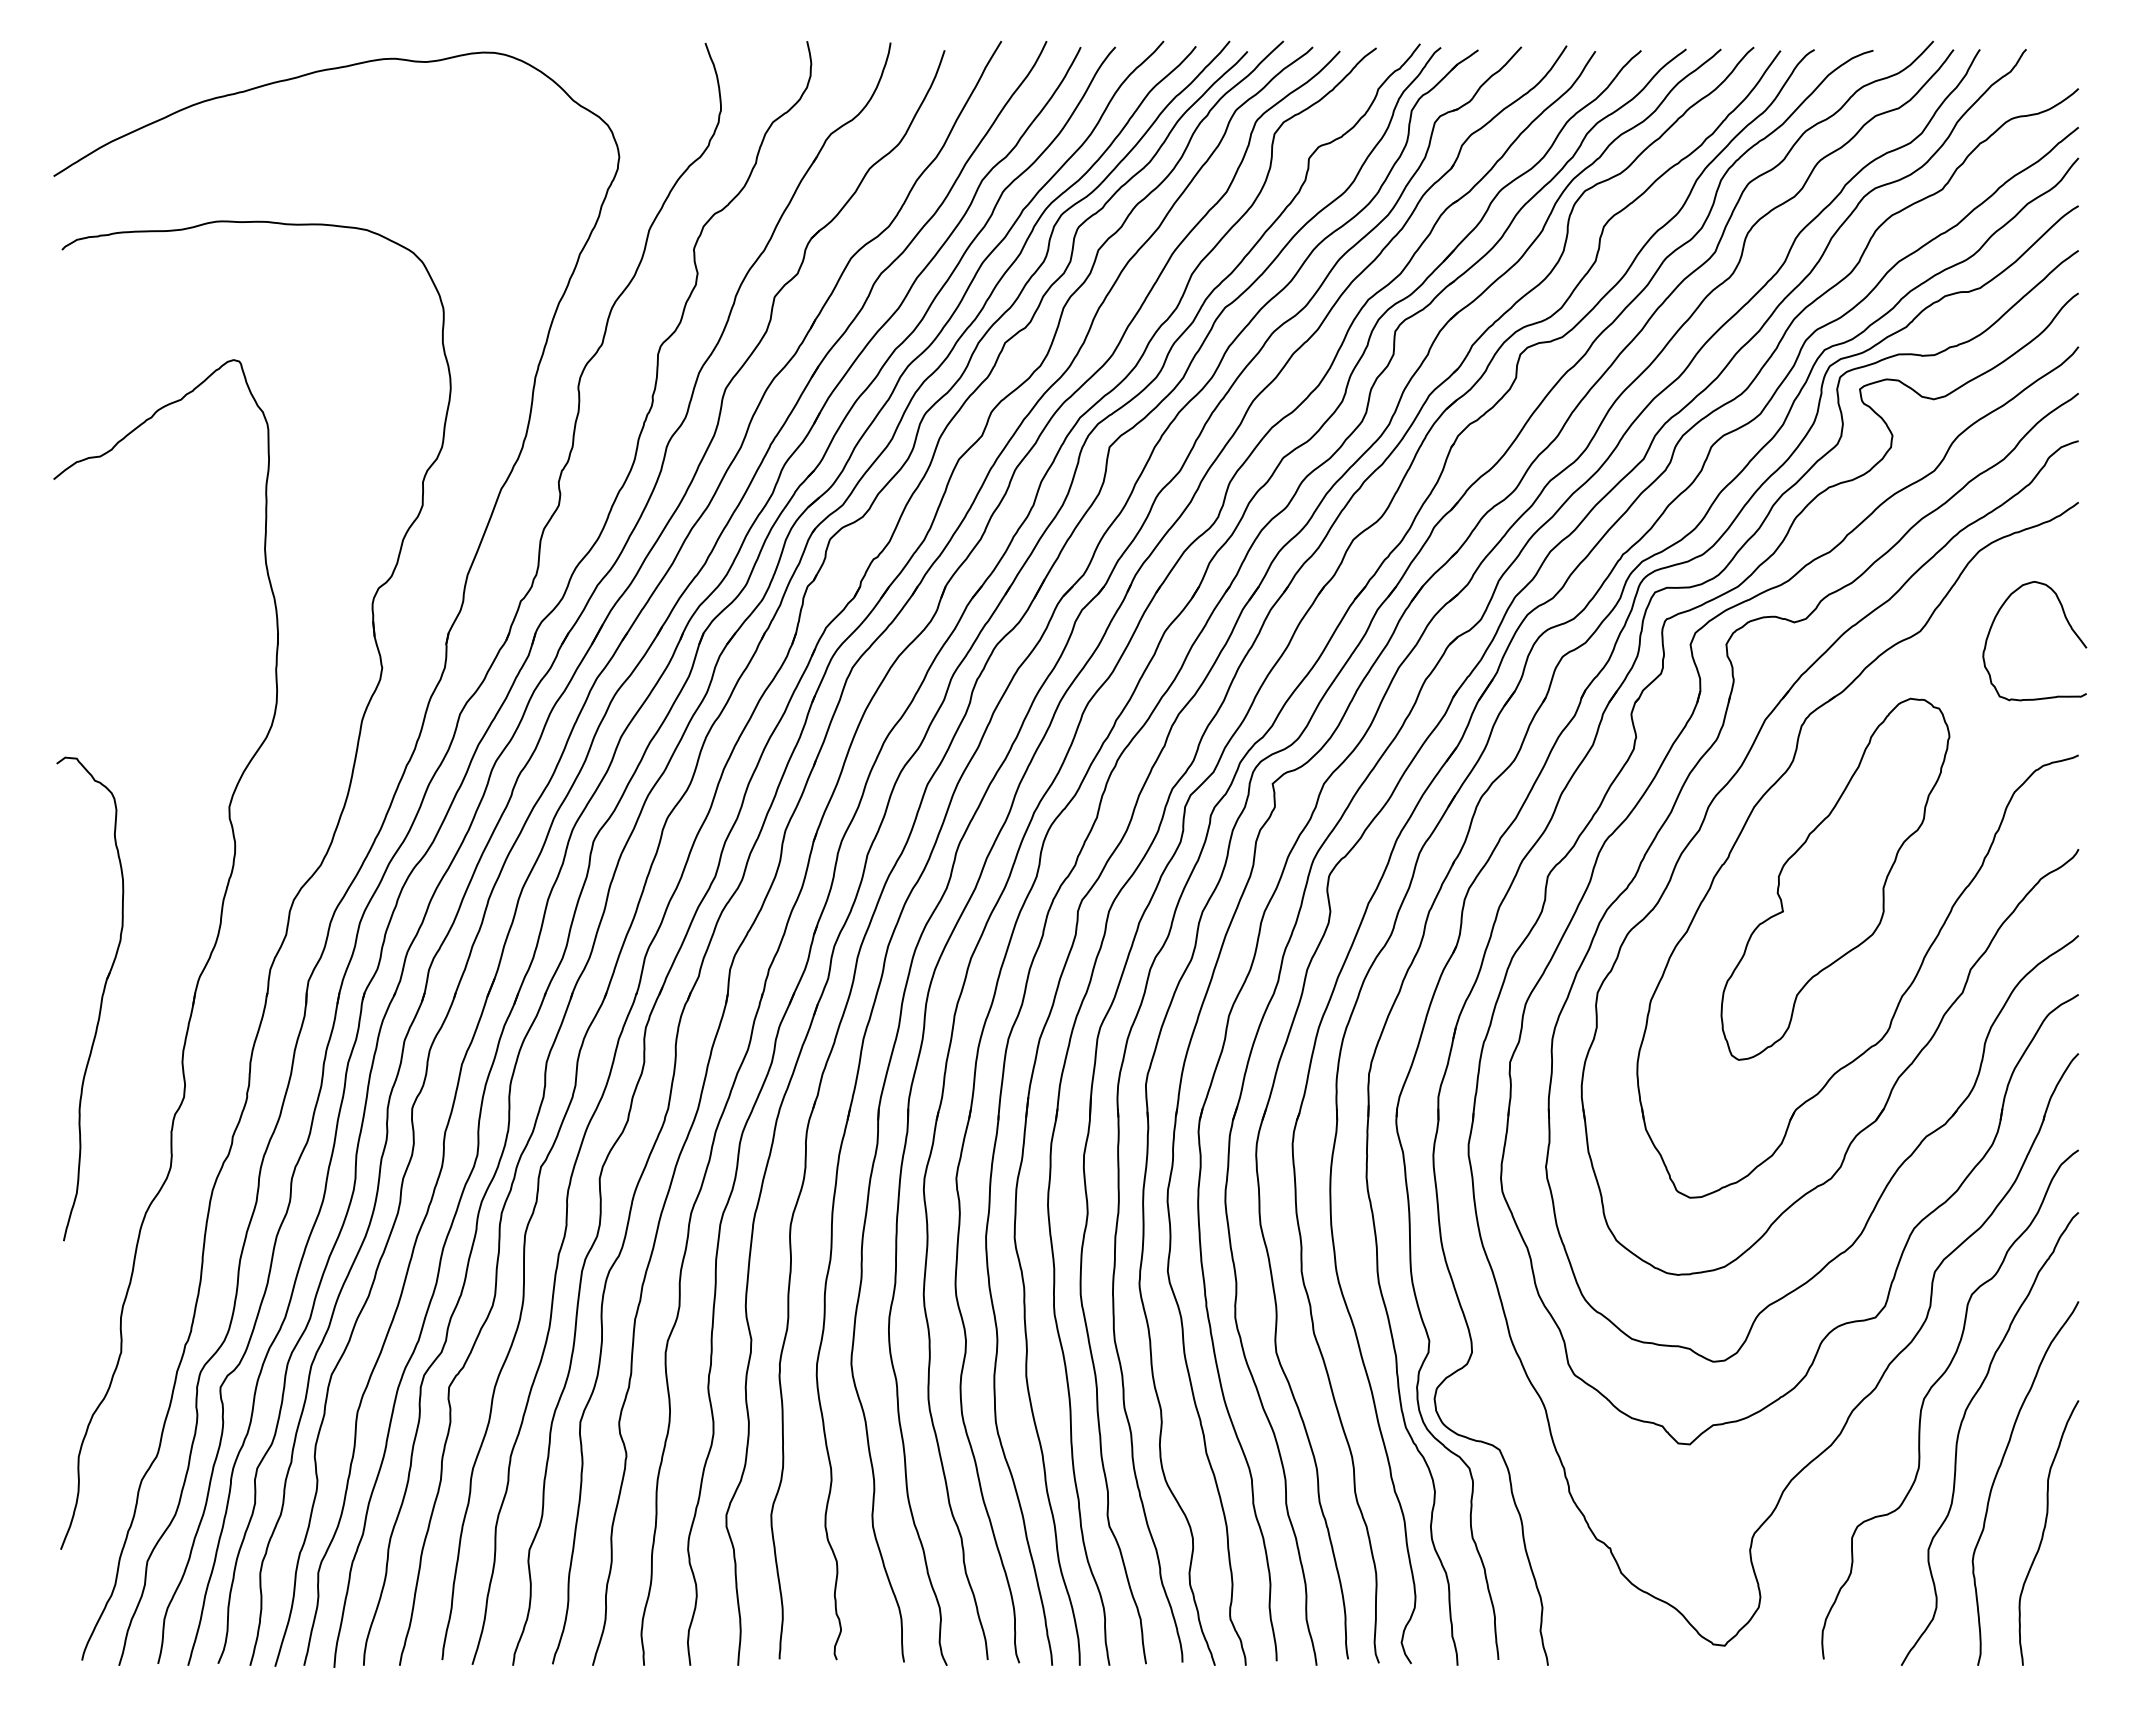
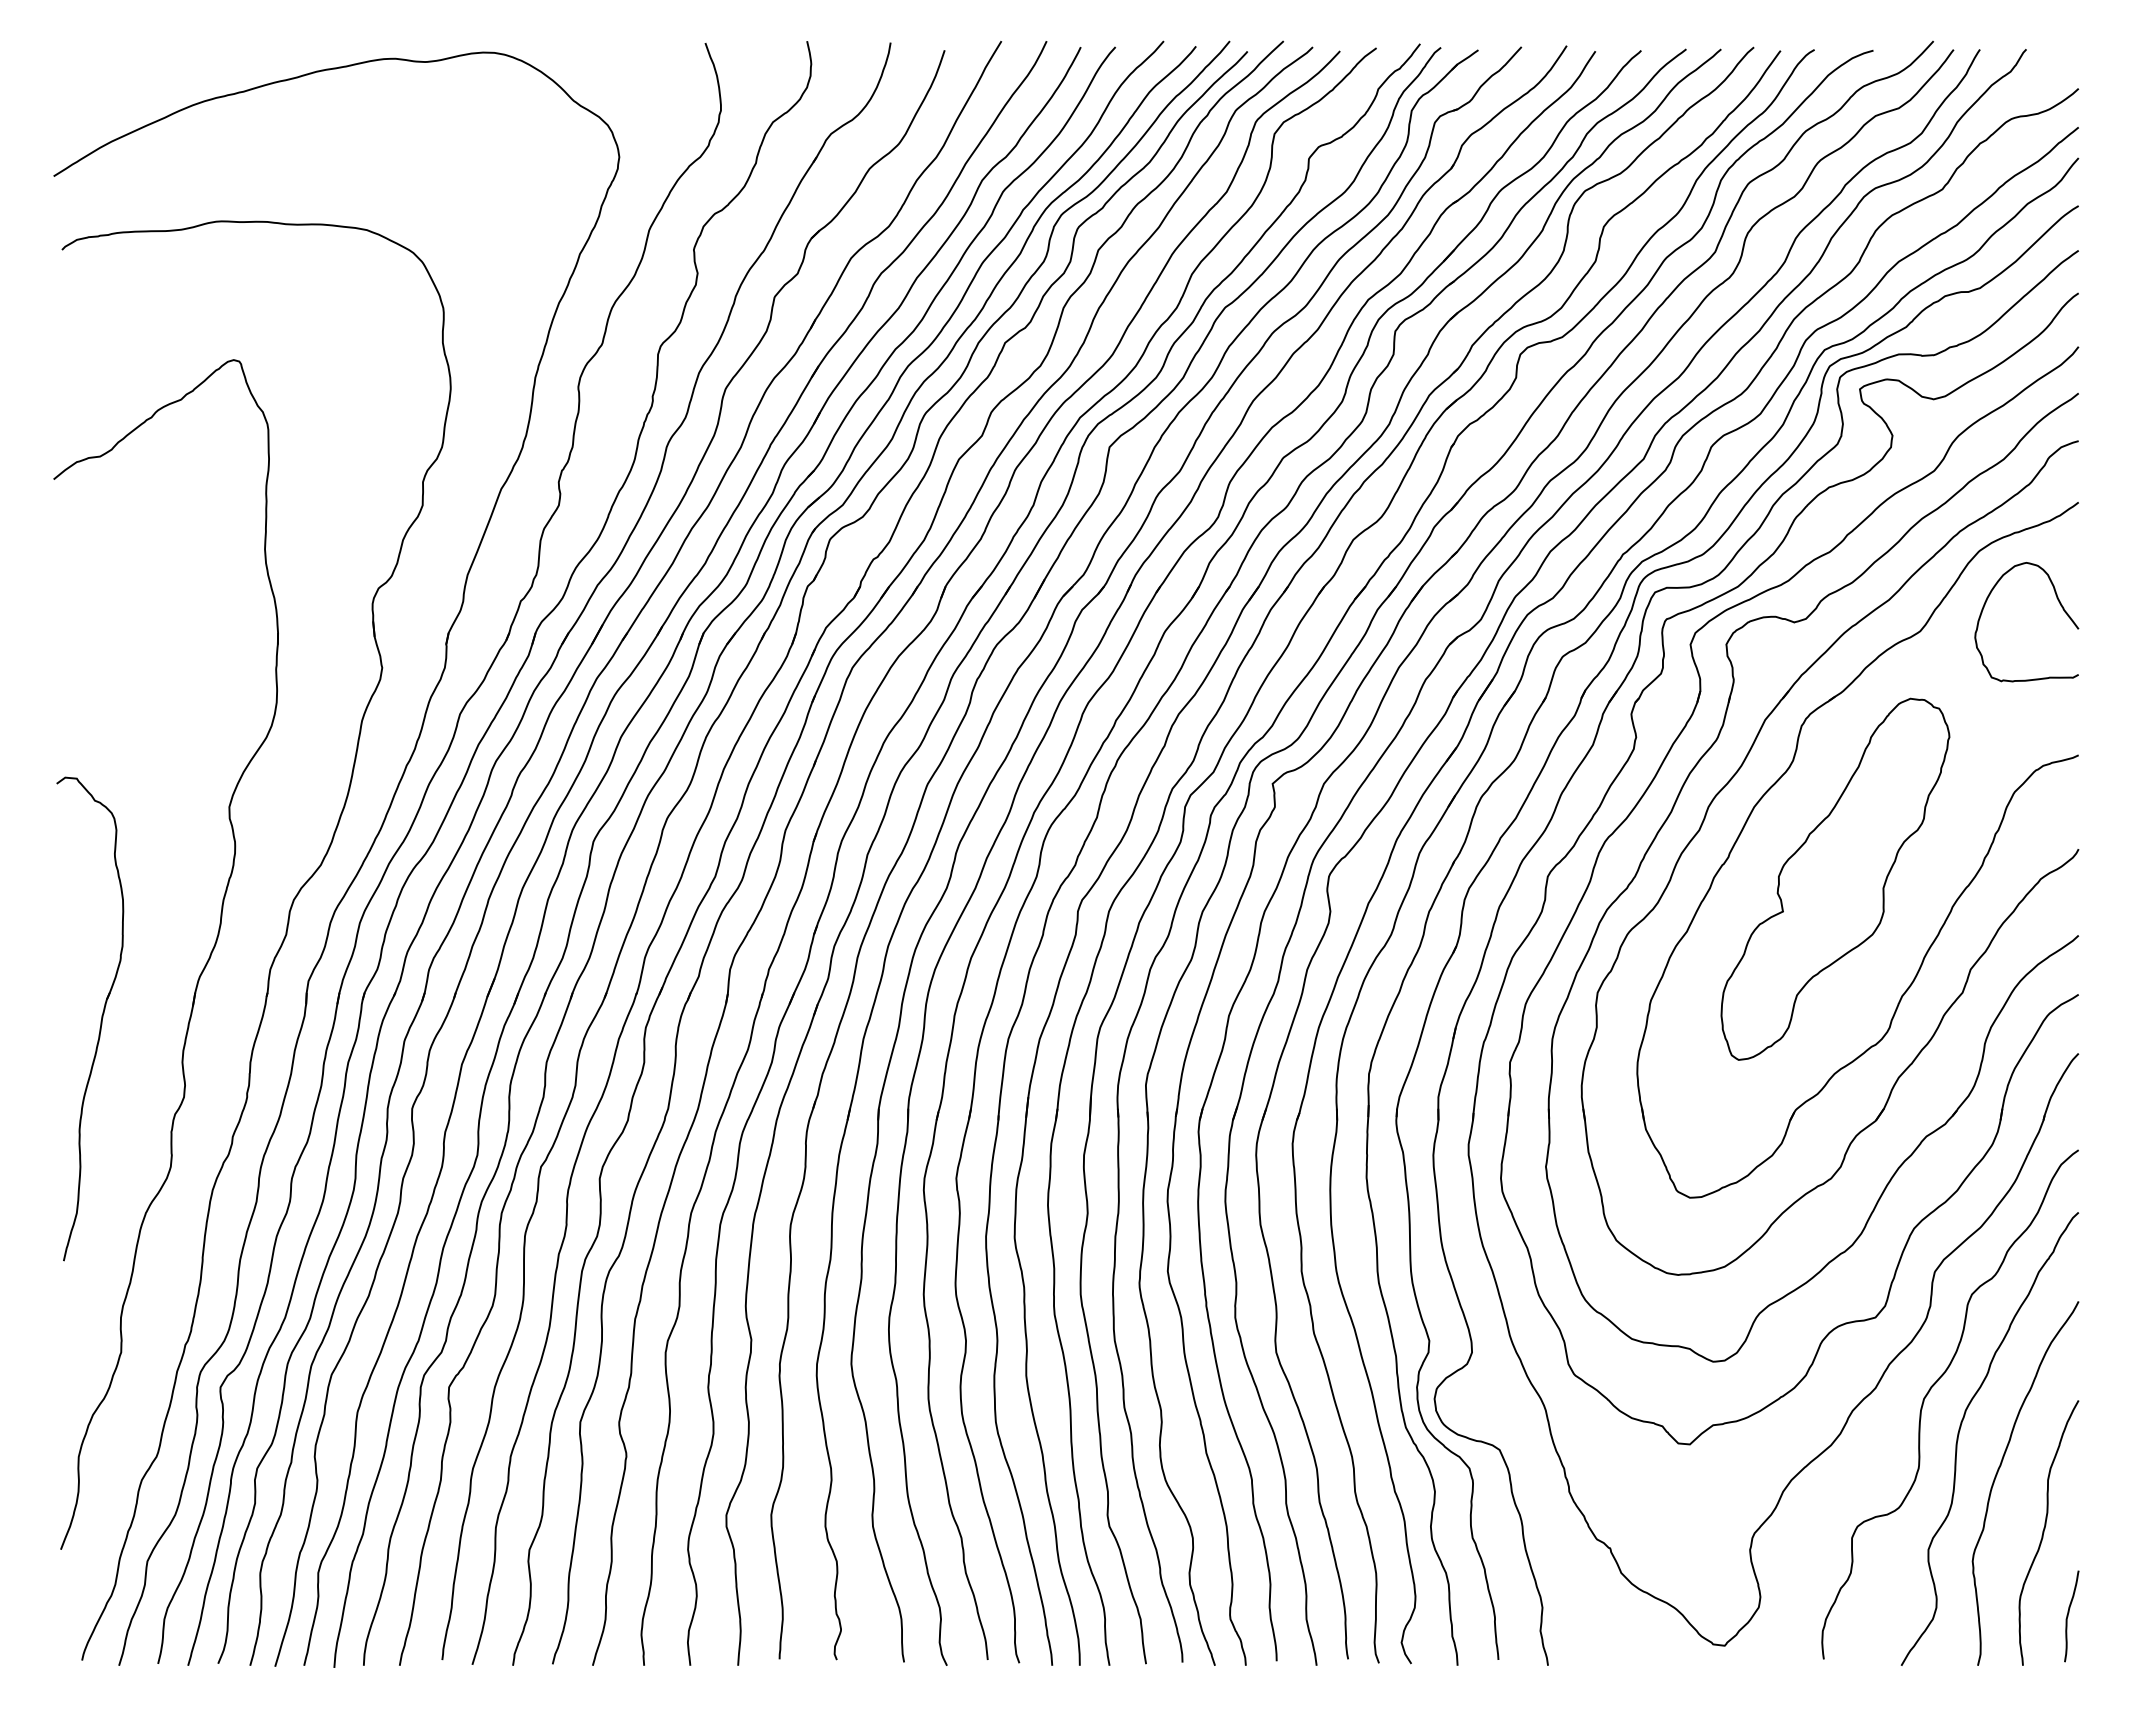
curve at (2066, 621) position: (2066, 621) -> (2058, 602)
part at (100, 1001) position: (100, 1001) -> (100, 1021)
curve at (2068, 1616): none -> present
